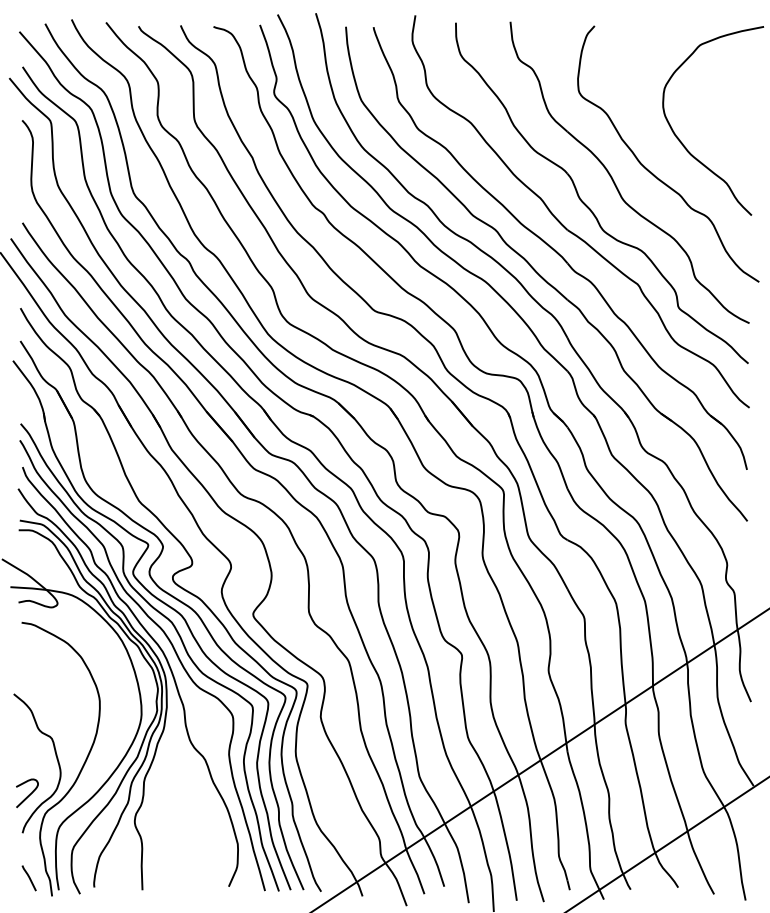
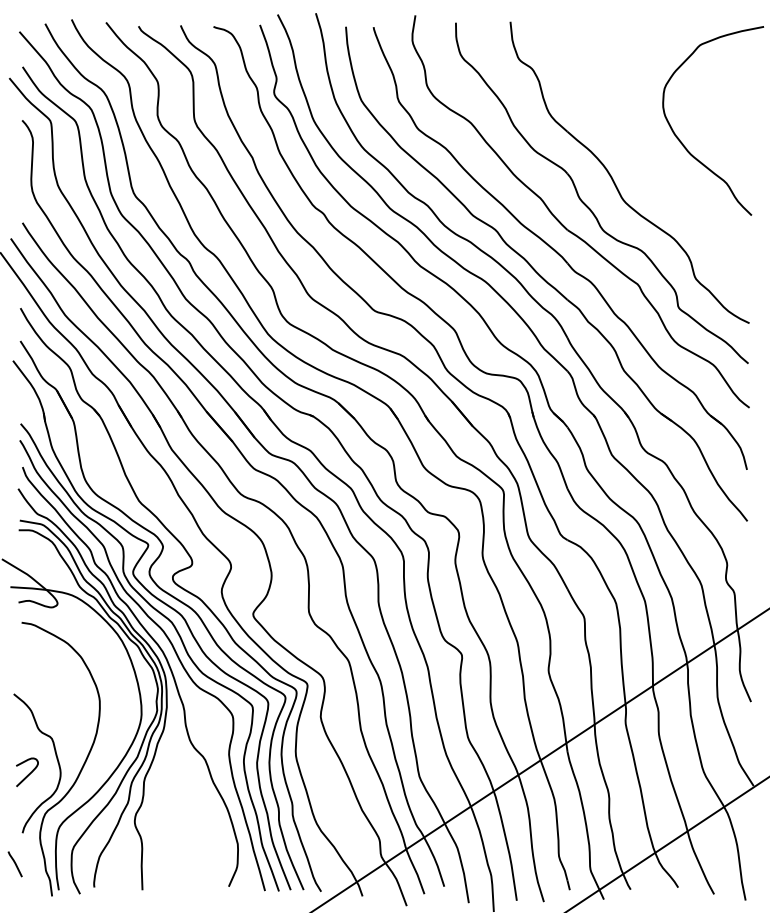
curve at (652, 172): present -> none
curve at (28, 794) position: (28, 794) -> (28, 773)
line at (28, 878) position: (28, 878) -> (14, 864)
